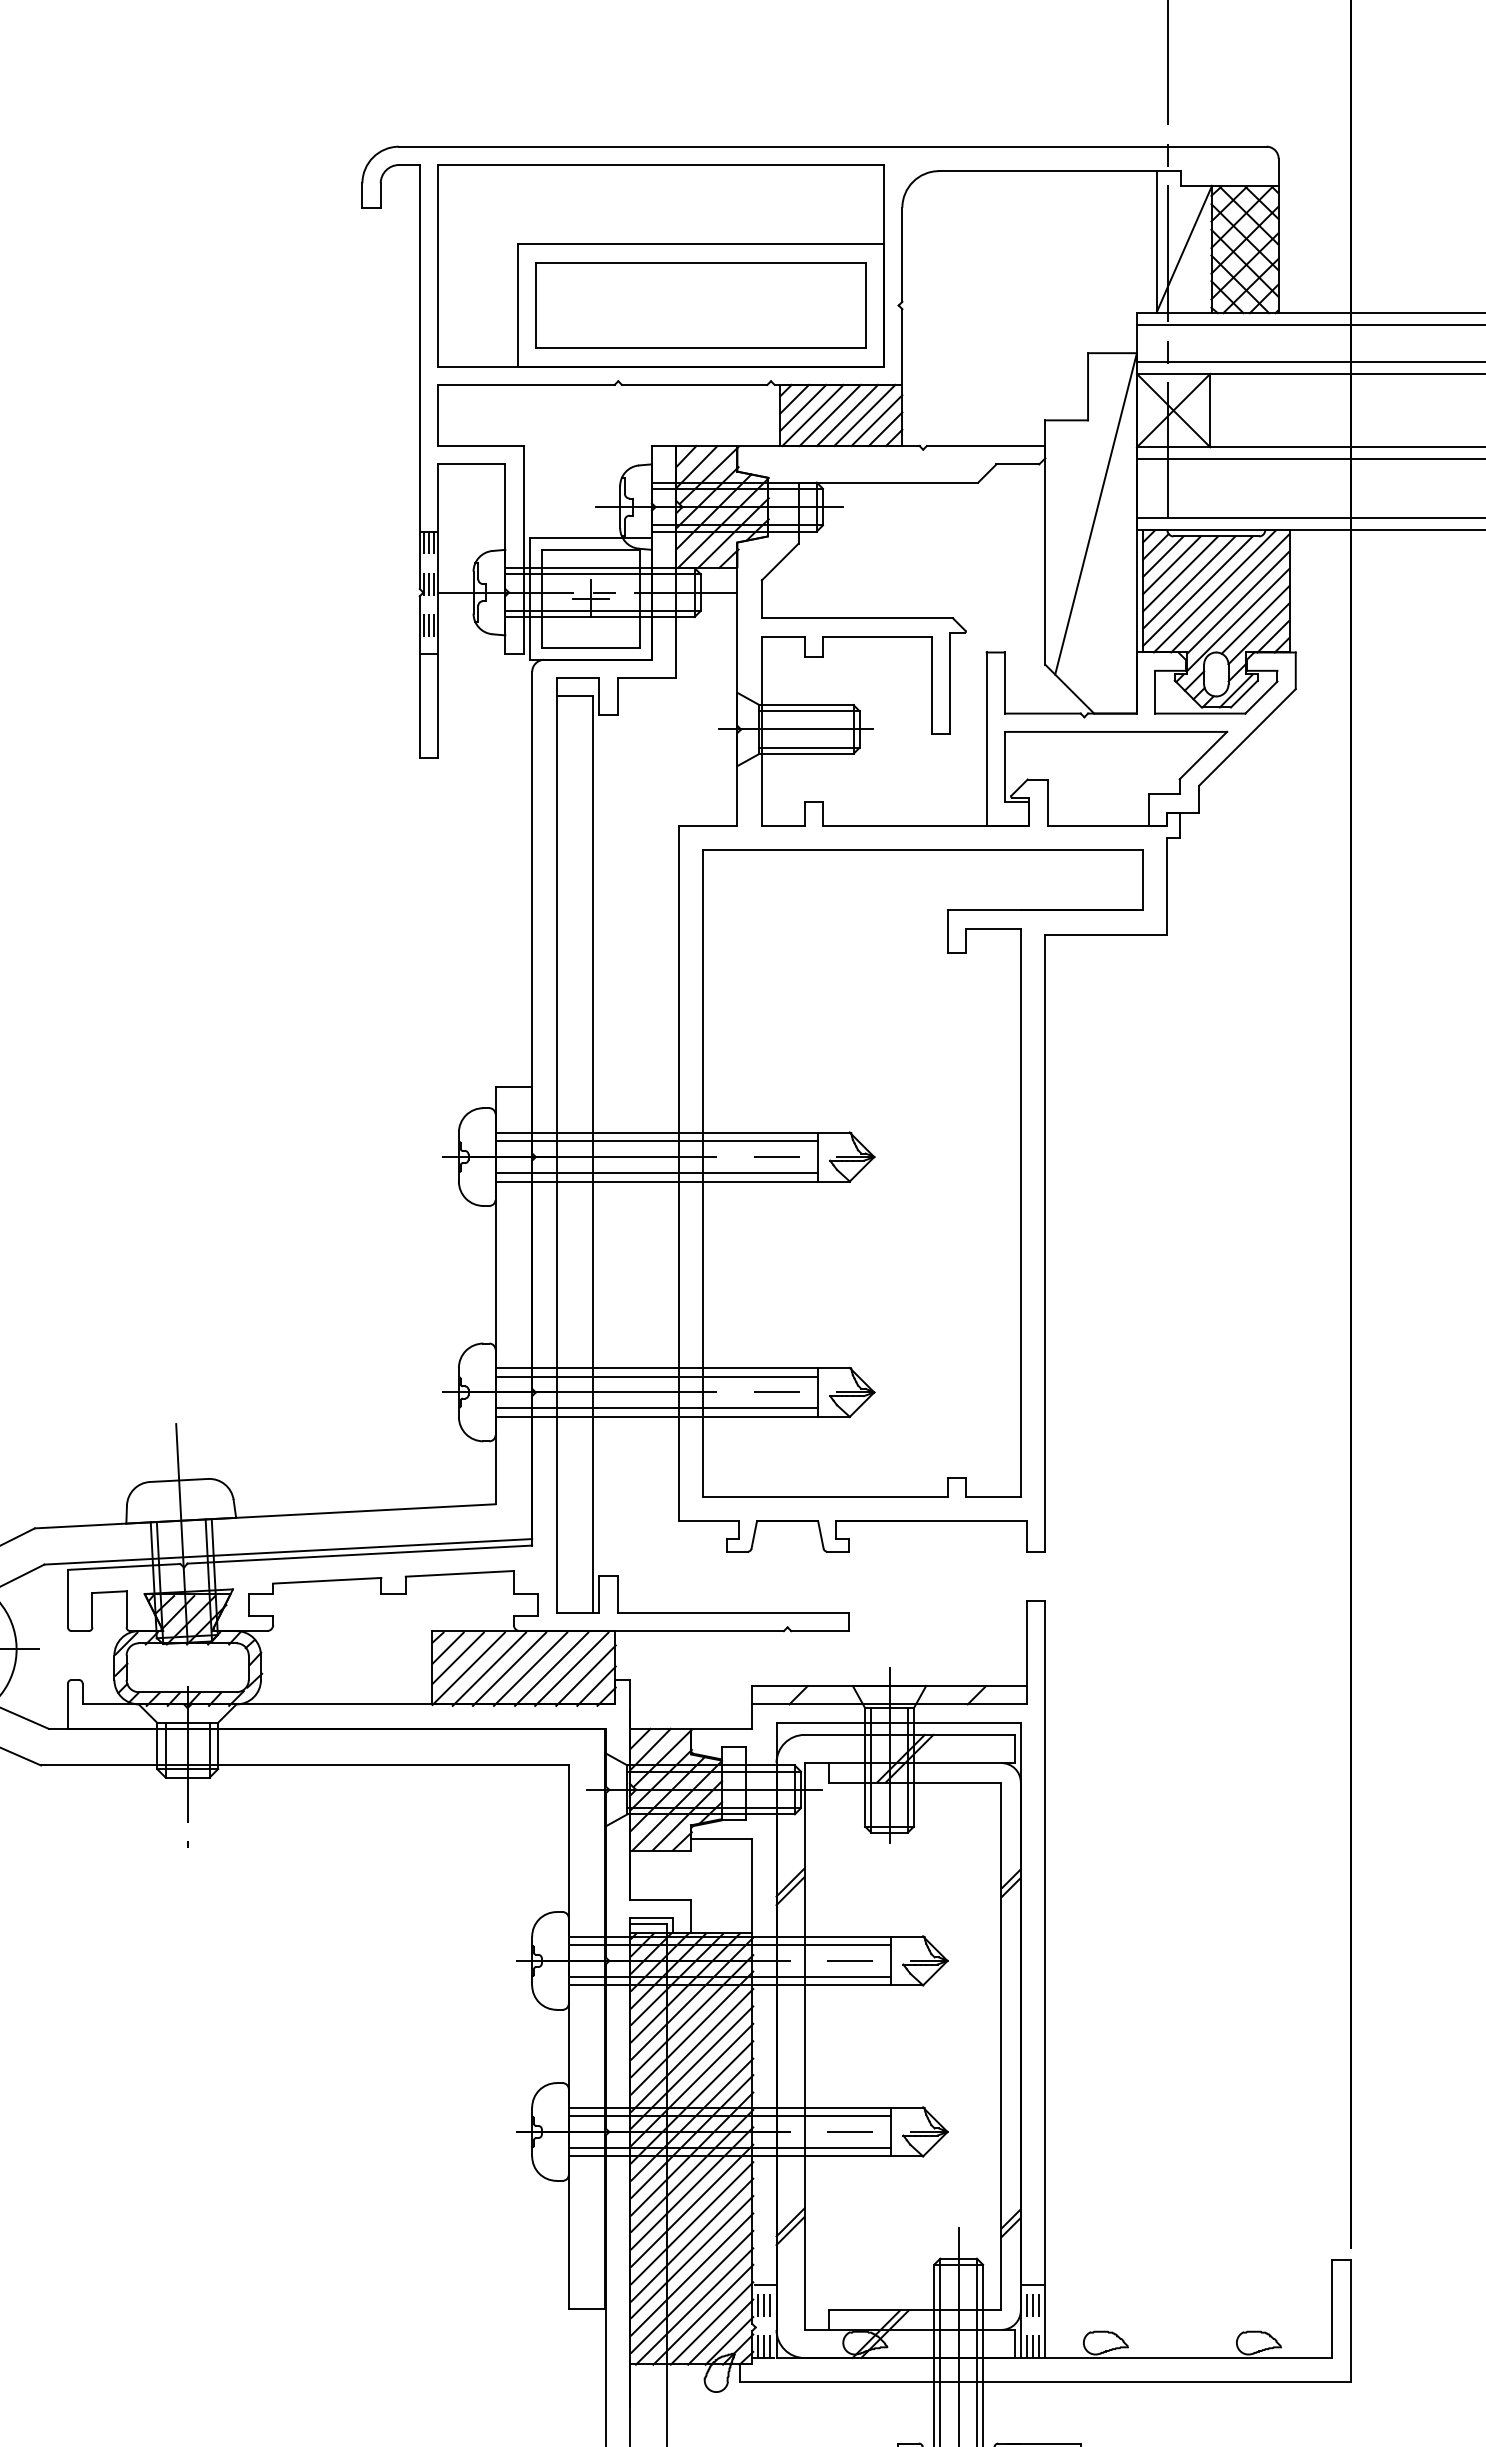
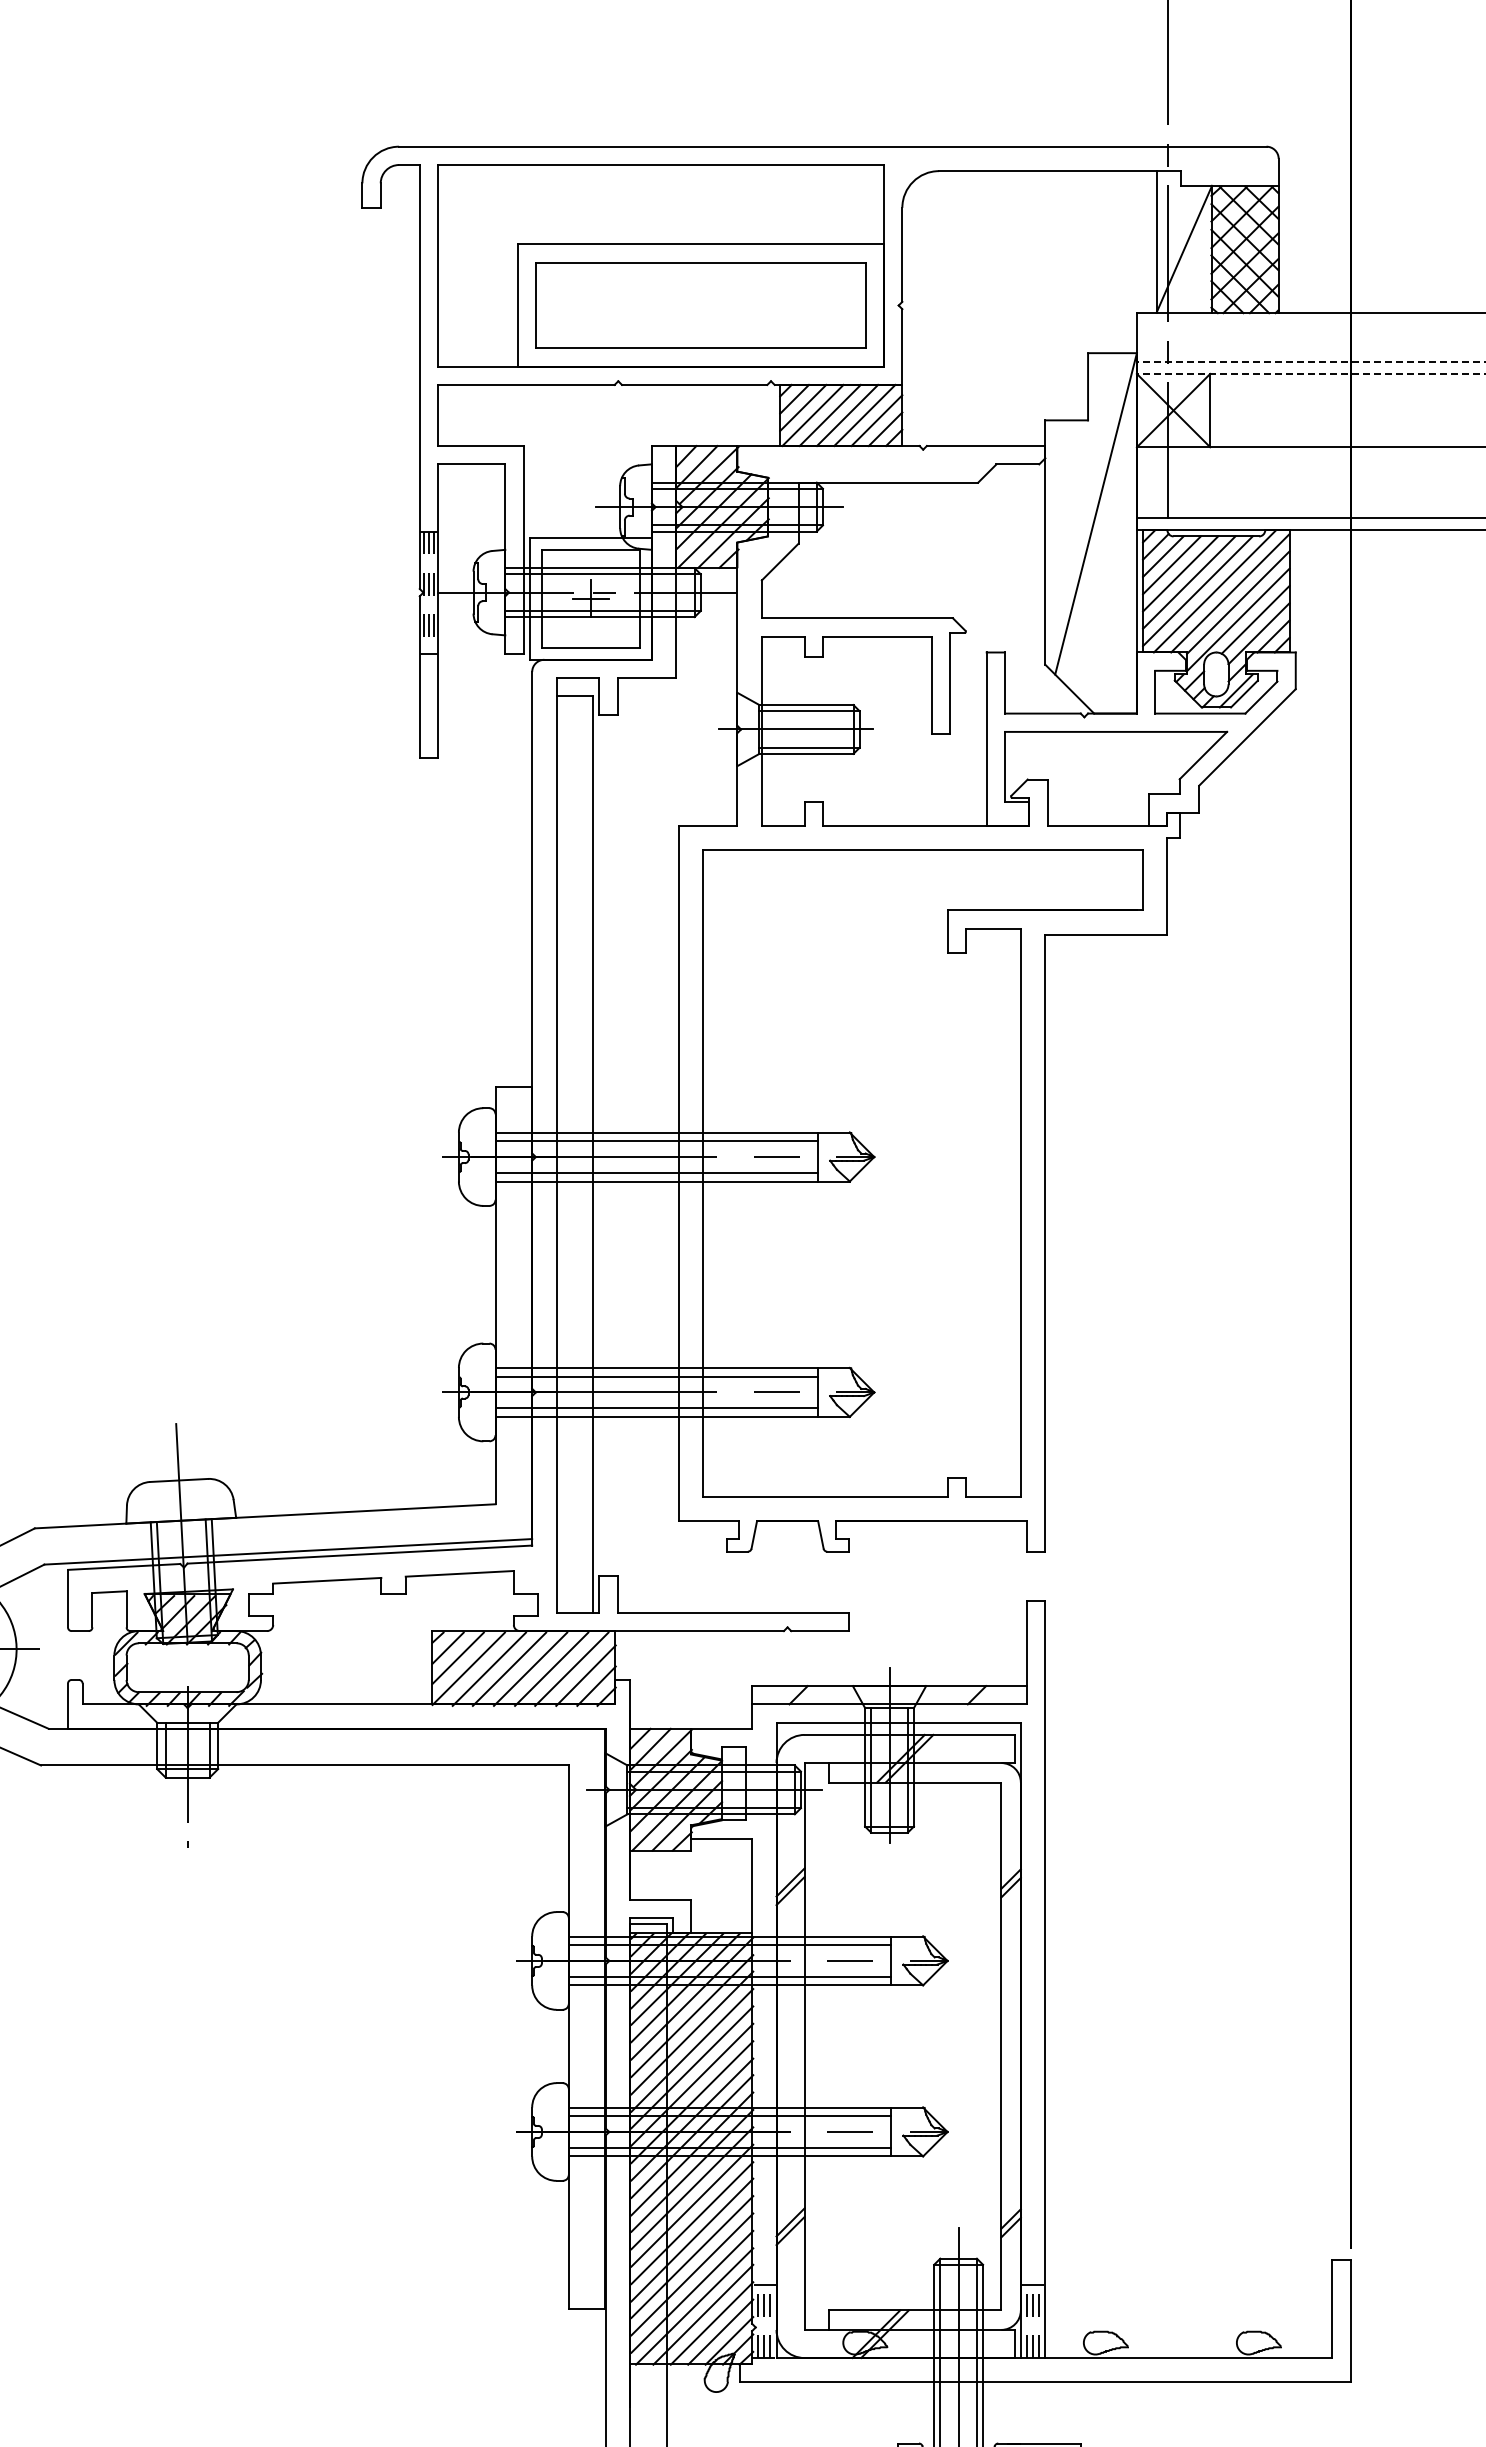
line at (1309, 325): present -> none
line at (1310, 361): solid -> dashed
line at (1310, 373): solid -> dashed
line at (1309, 459): present -> none
